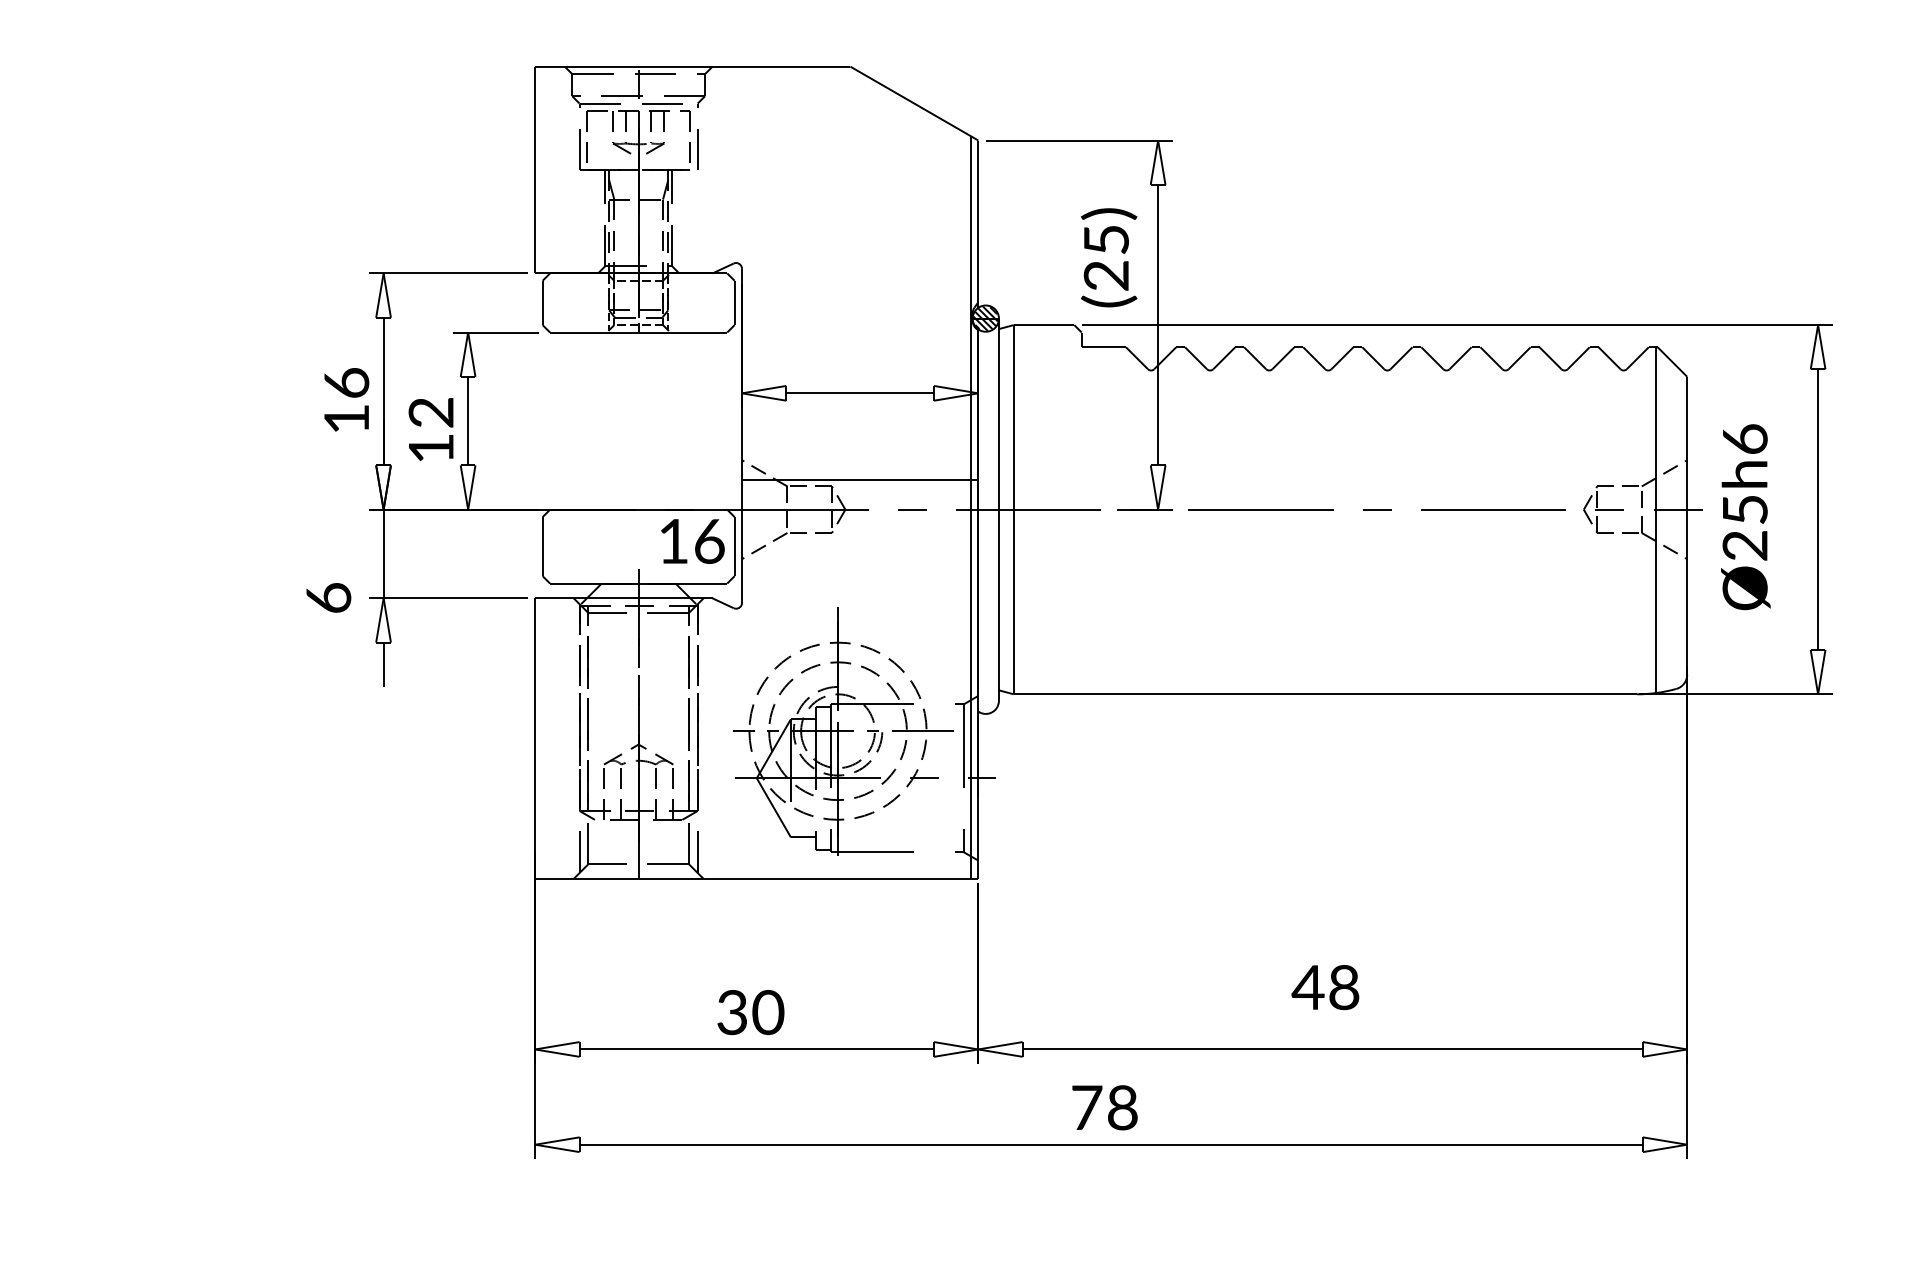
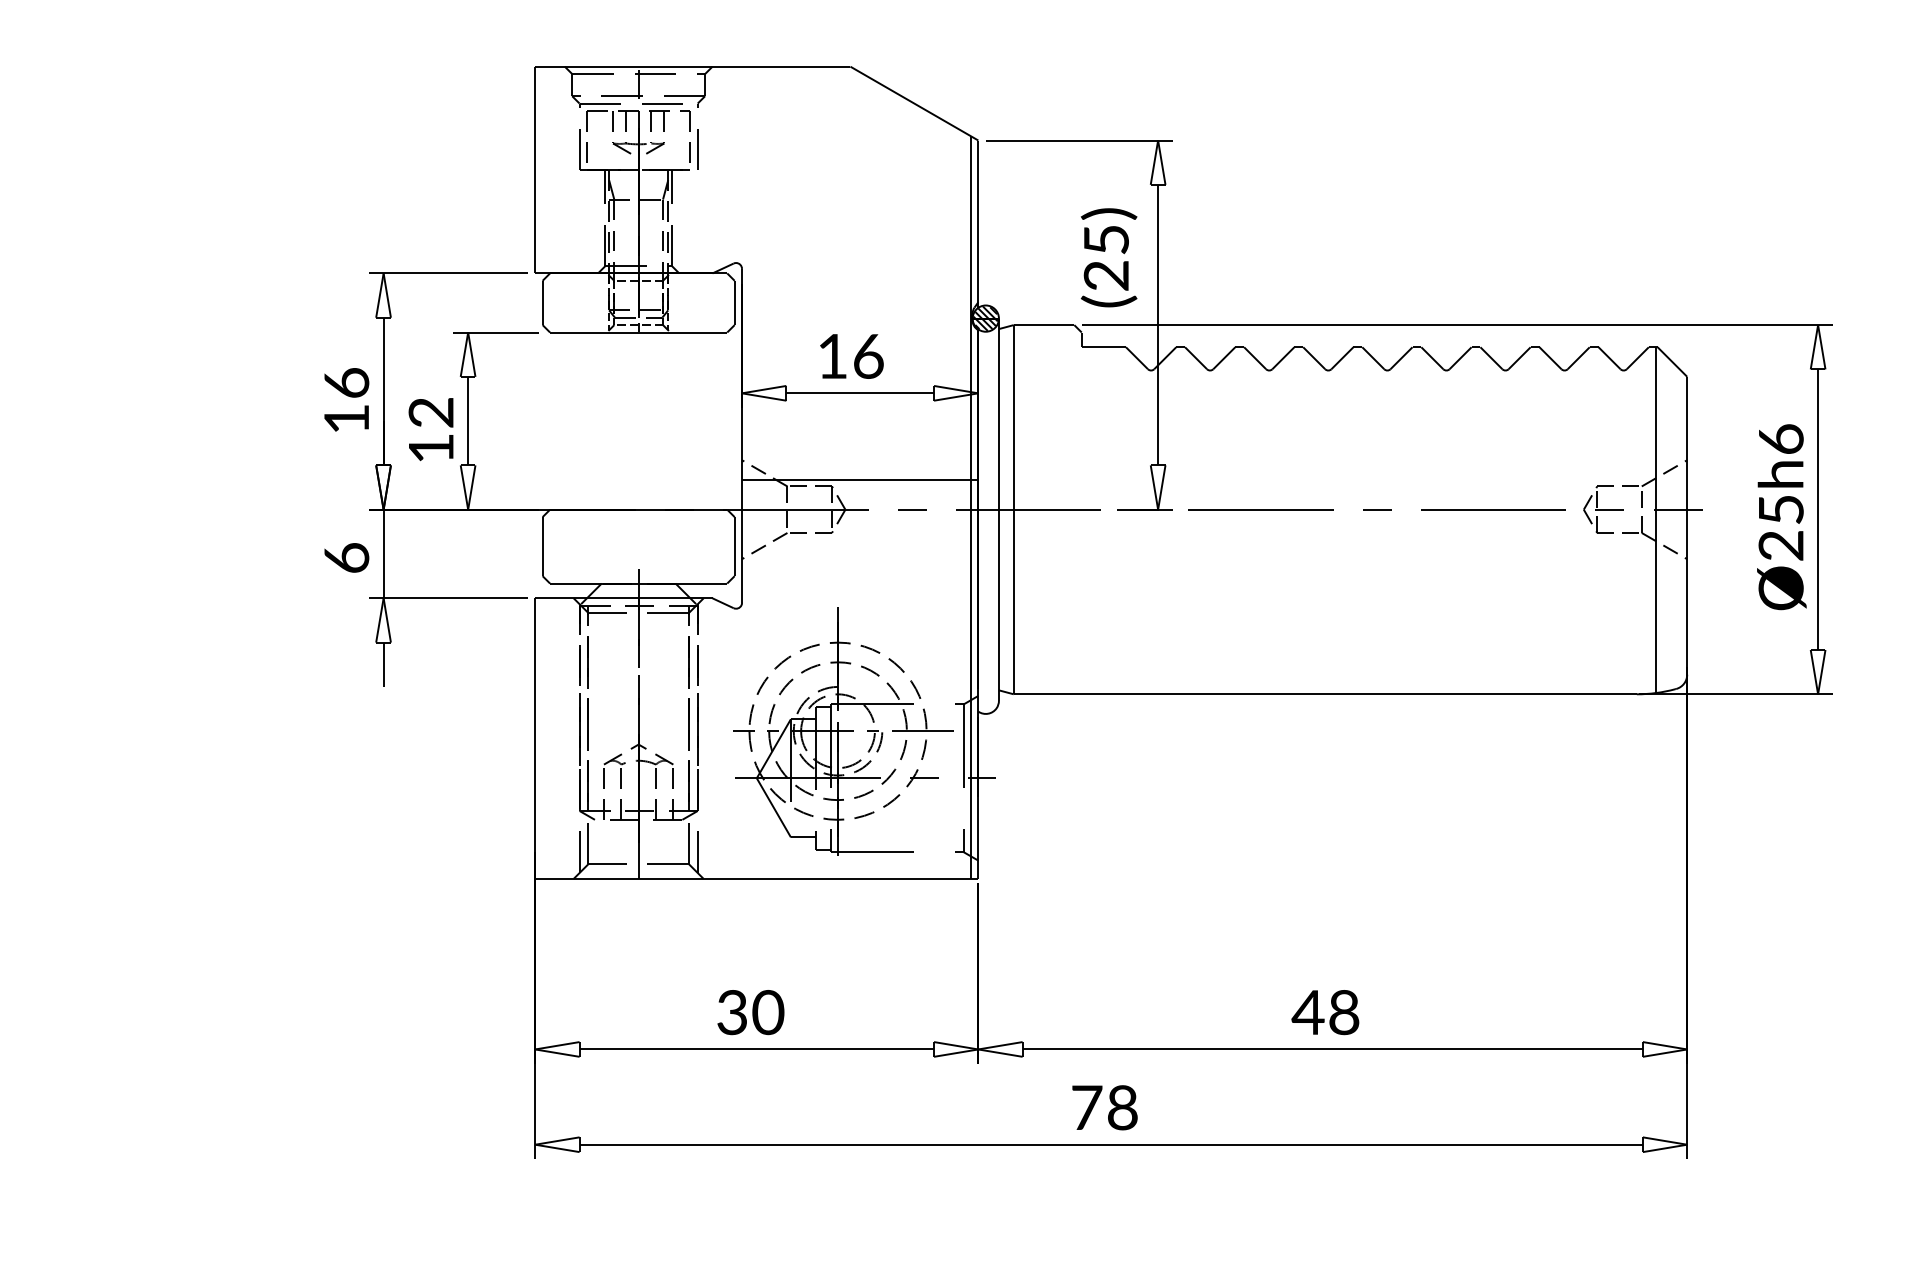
text at (1745, 517) position: (1745, 517) -> (1781, 517)
text at (692, 541) position: (692, 541) -> (851, 356)
text at (328, 597) position: (328, 597) -> (346, 557)
text at (1325, 987) position: (1325, 987) -> (1325, 1012)
